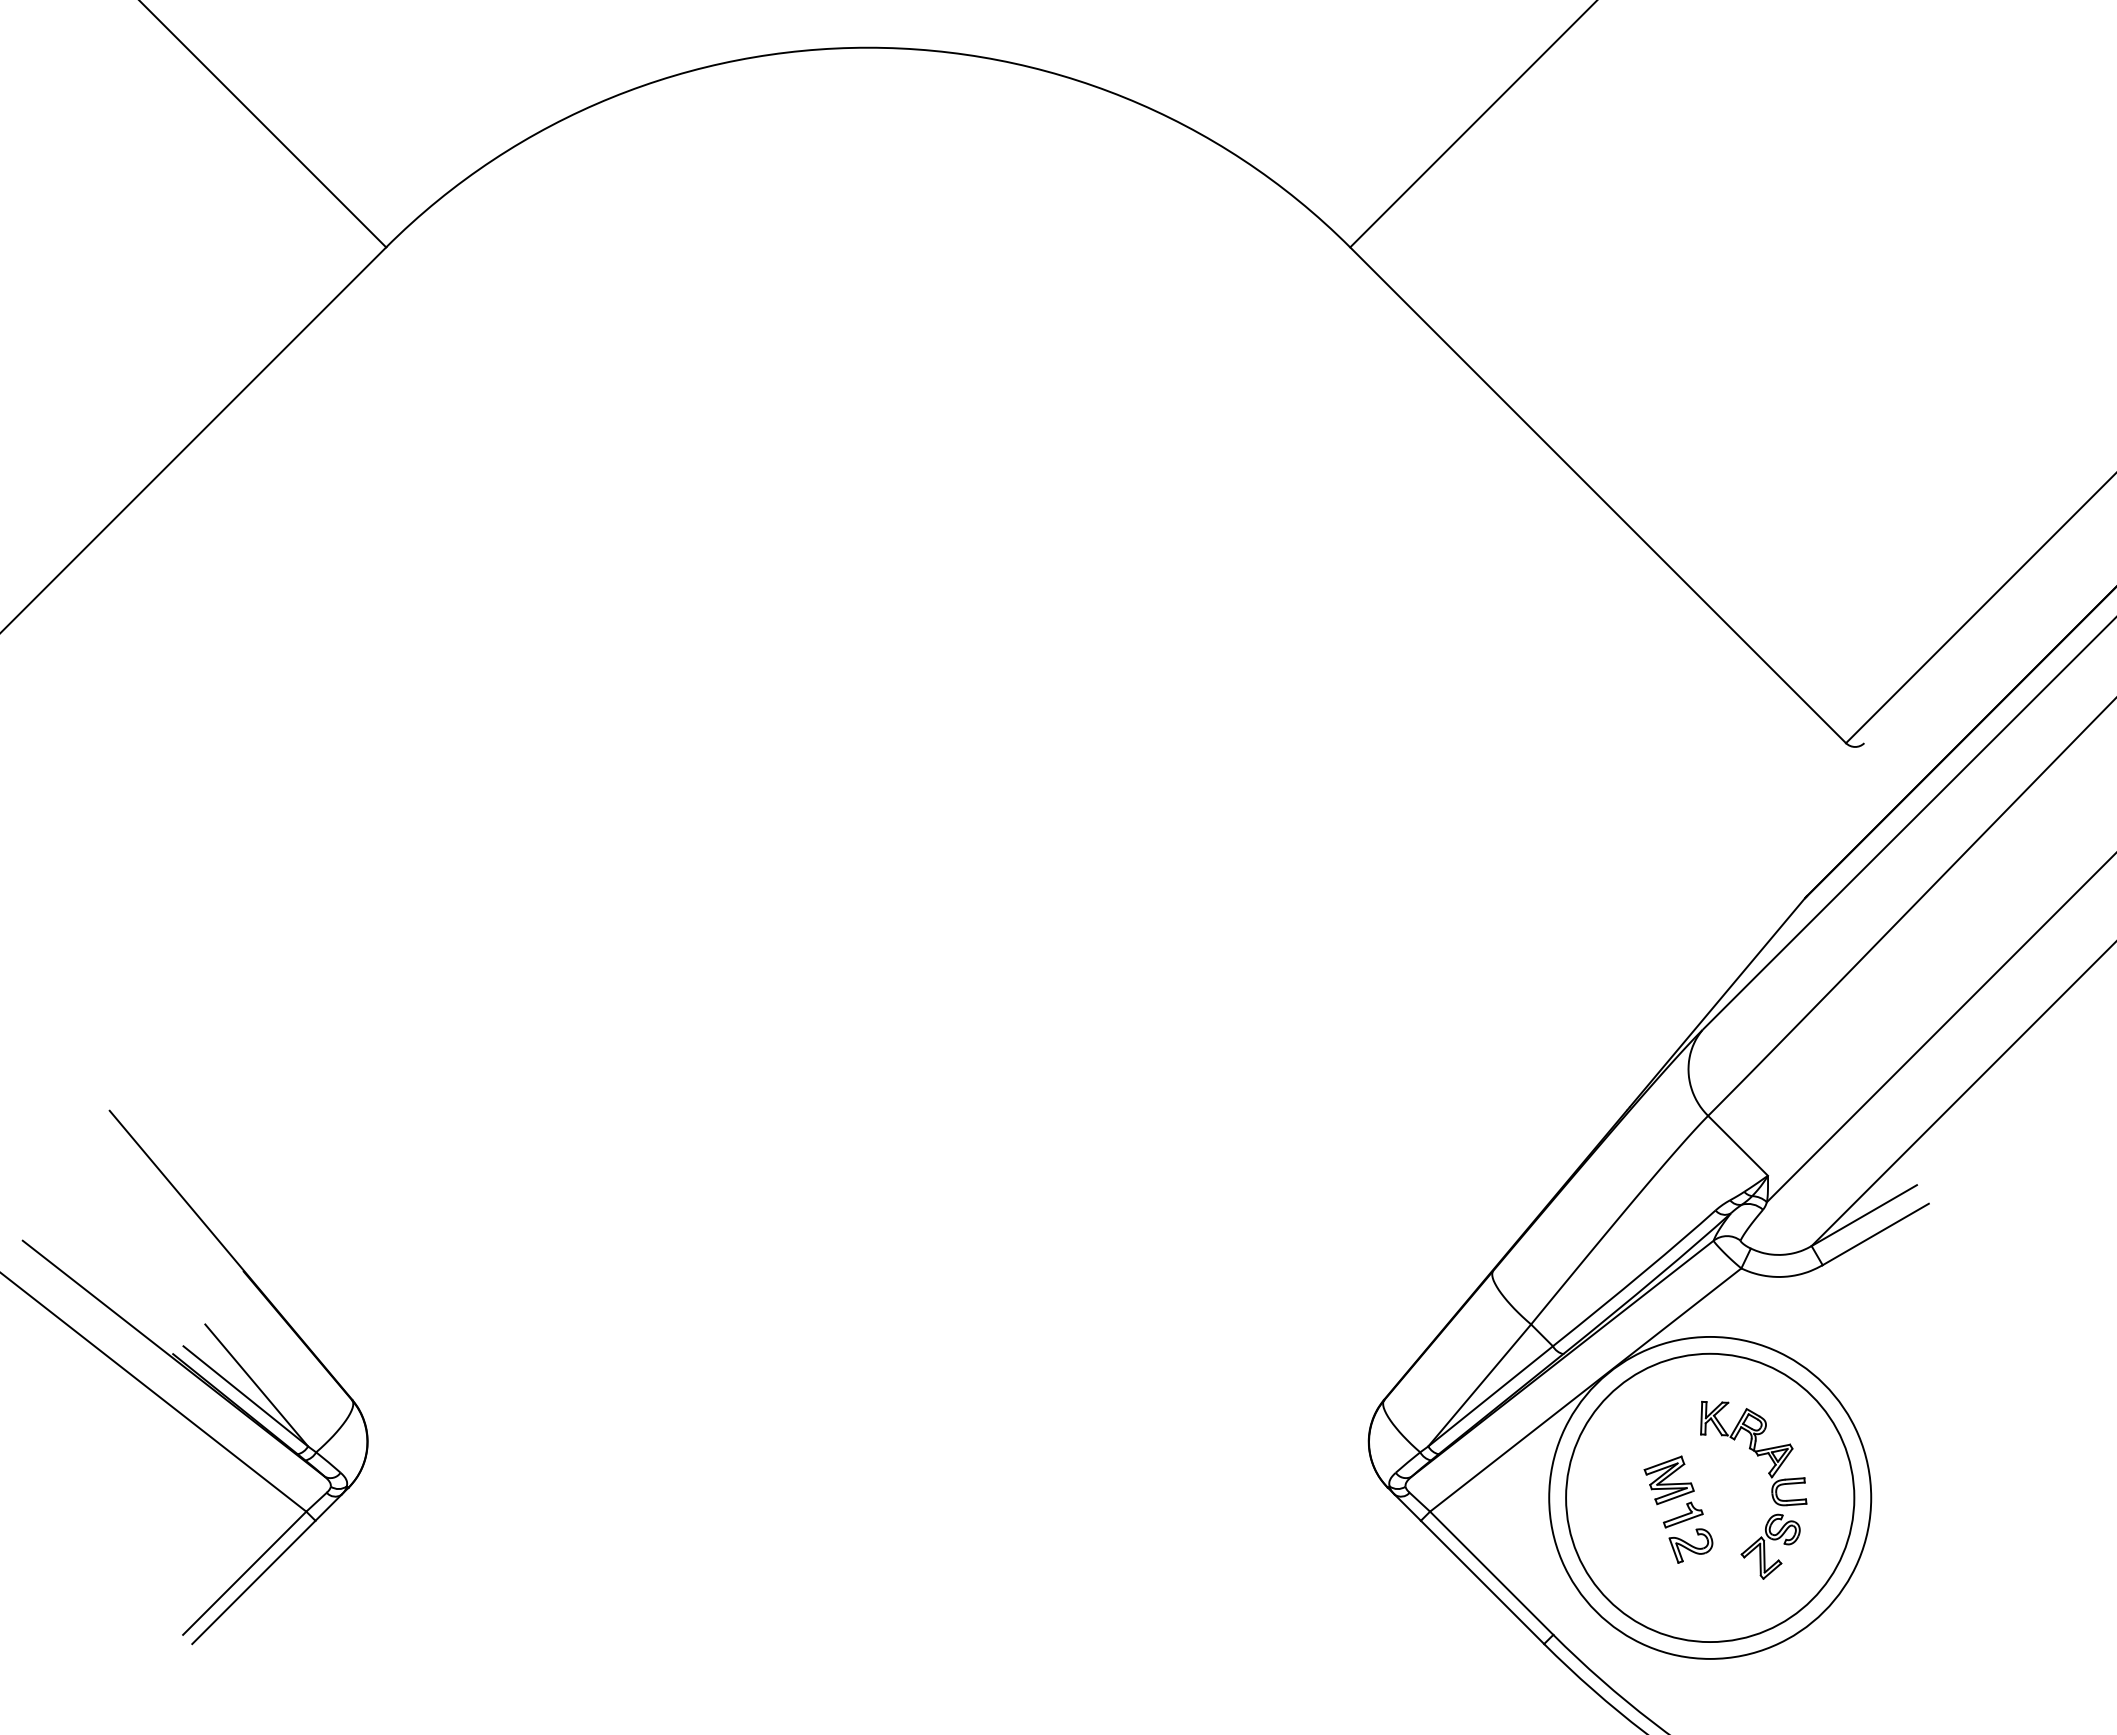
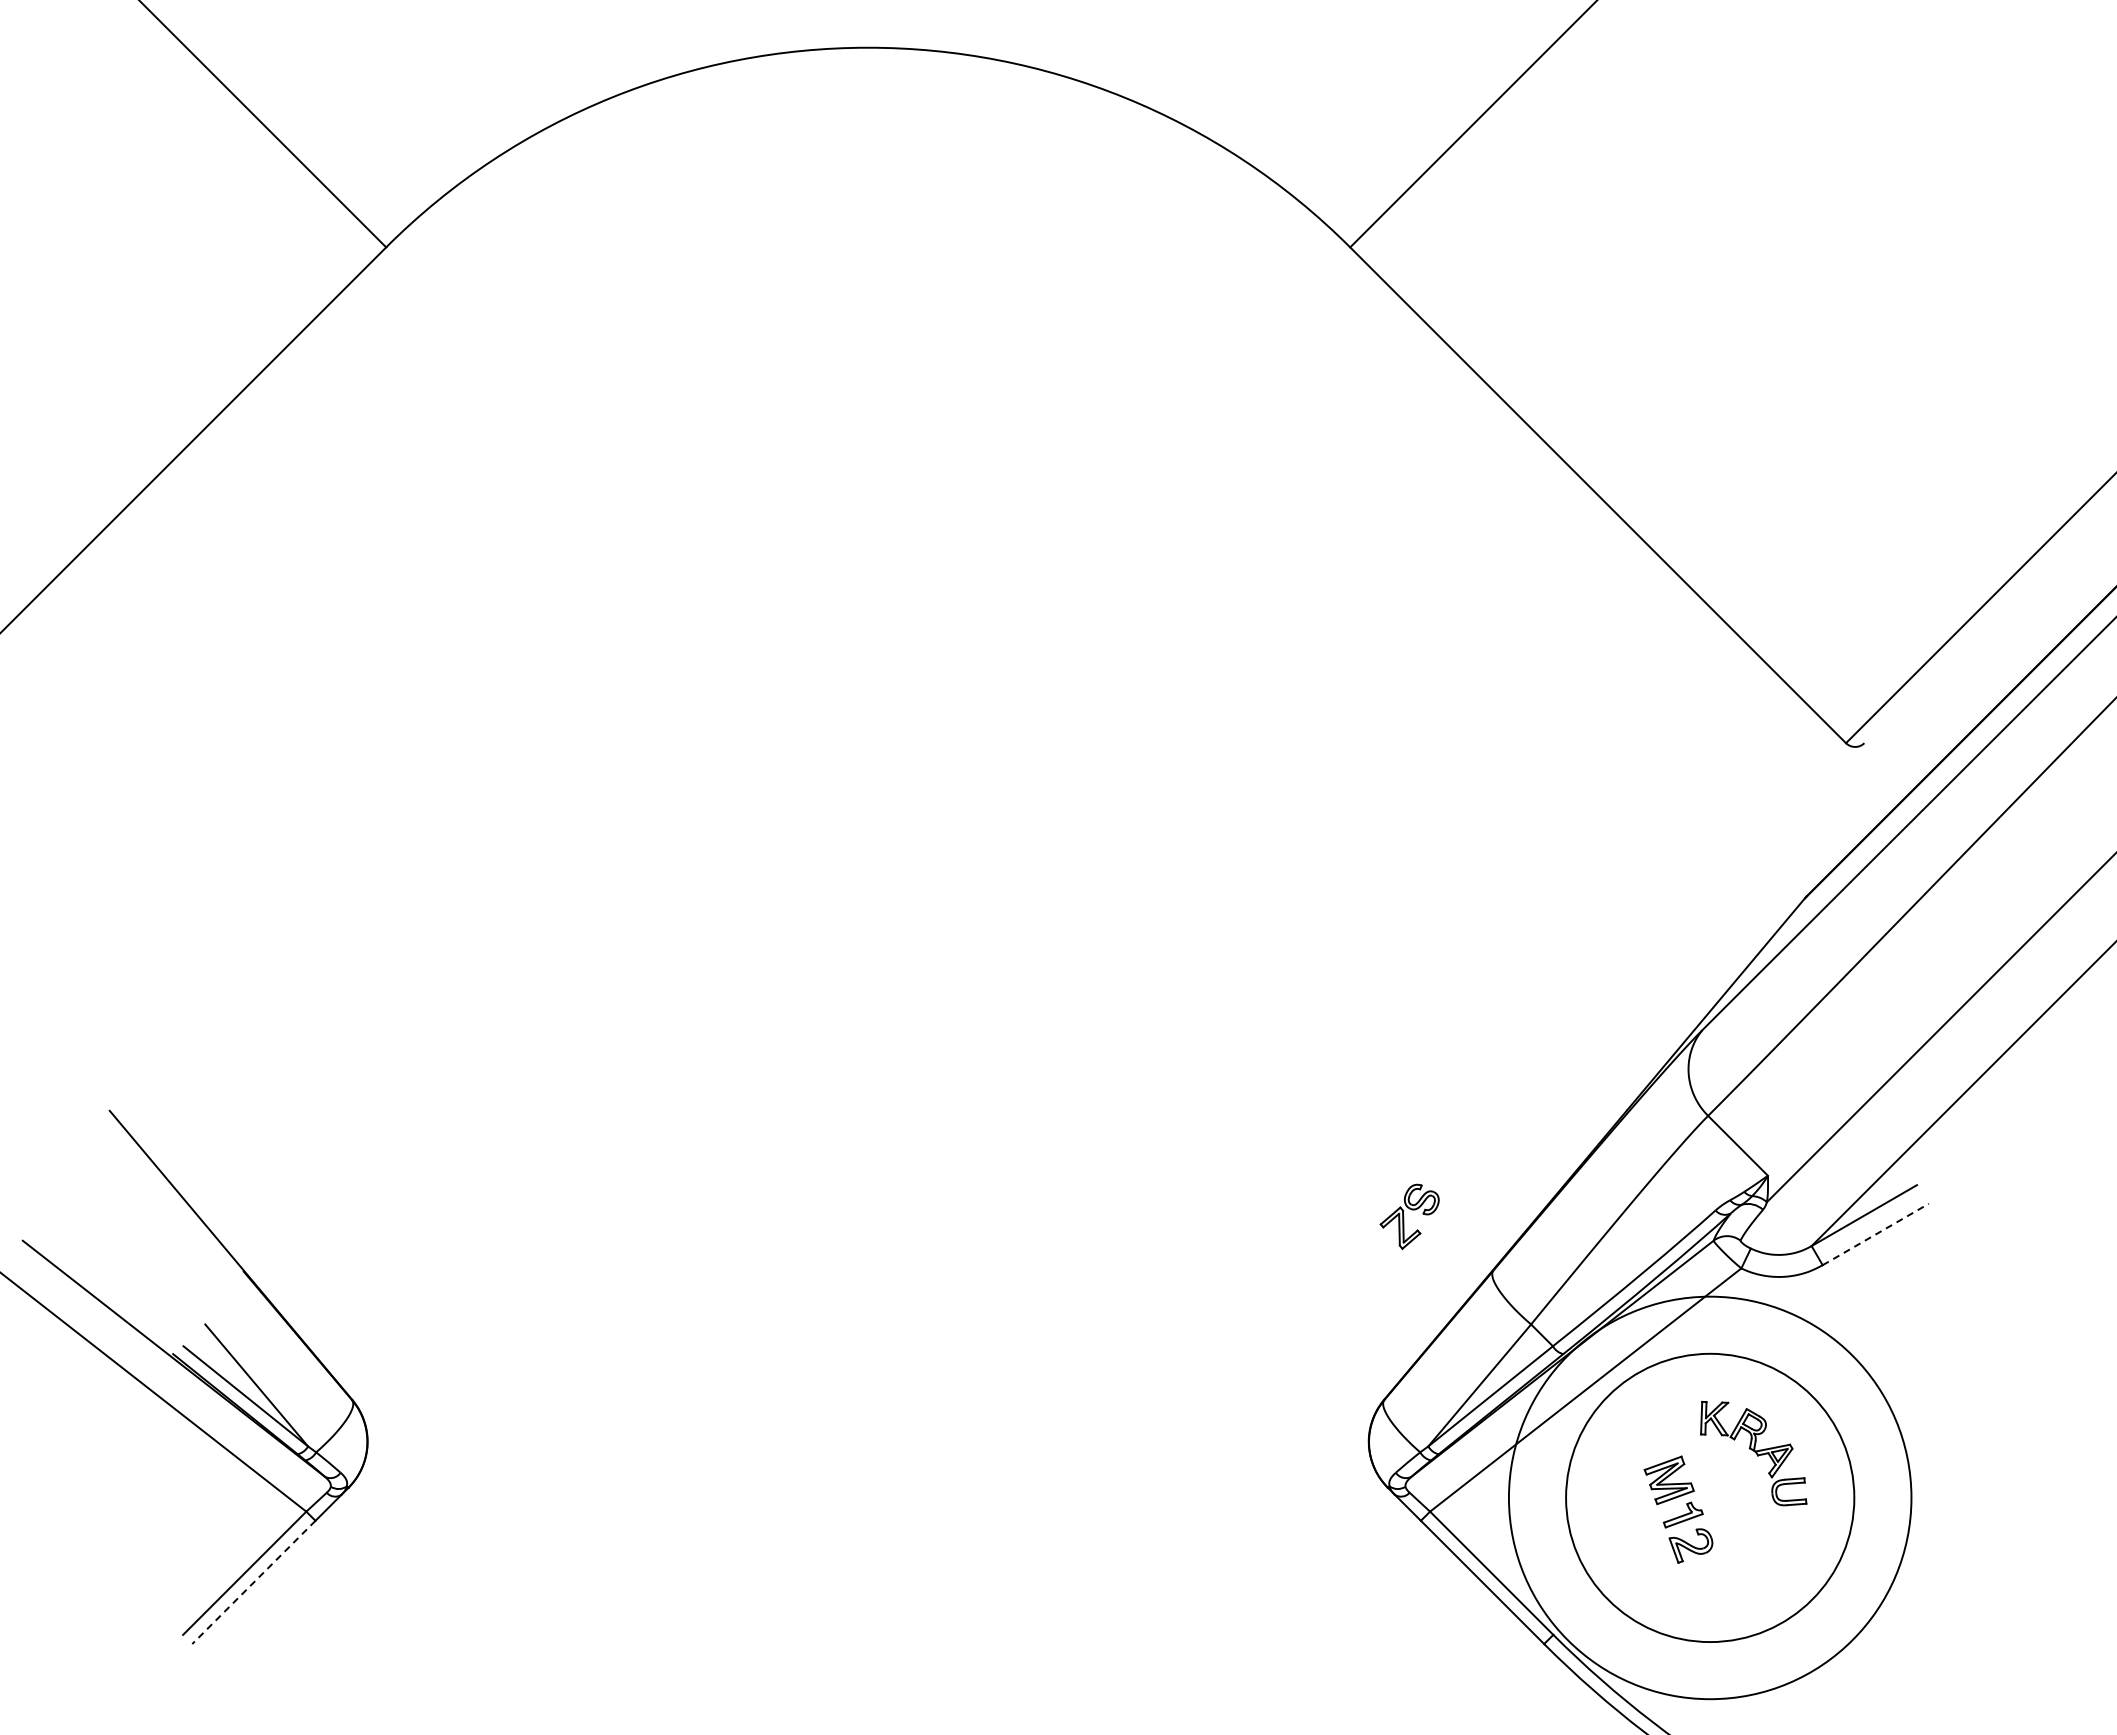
line at (1876, 1234): solid -> dashed
circle at (1710, 1497) diameter: 322 px -> 403 px
part at (1770, 1546) position: (1770, 1546) -> (1409, 1216)
line at (253, 1582): solid -> dashed
